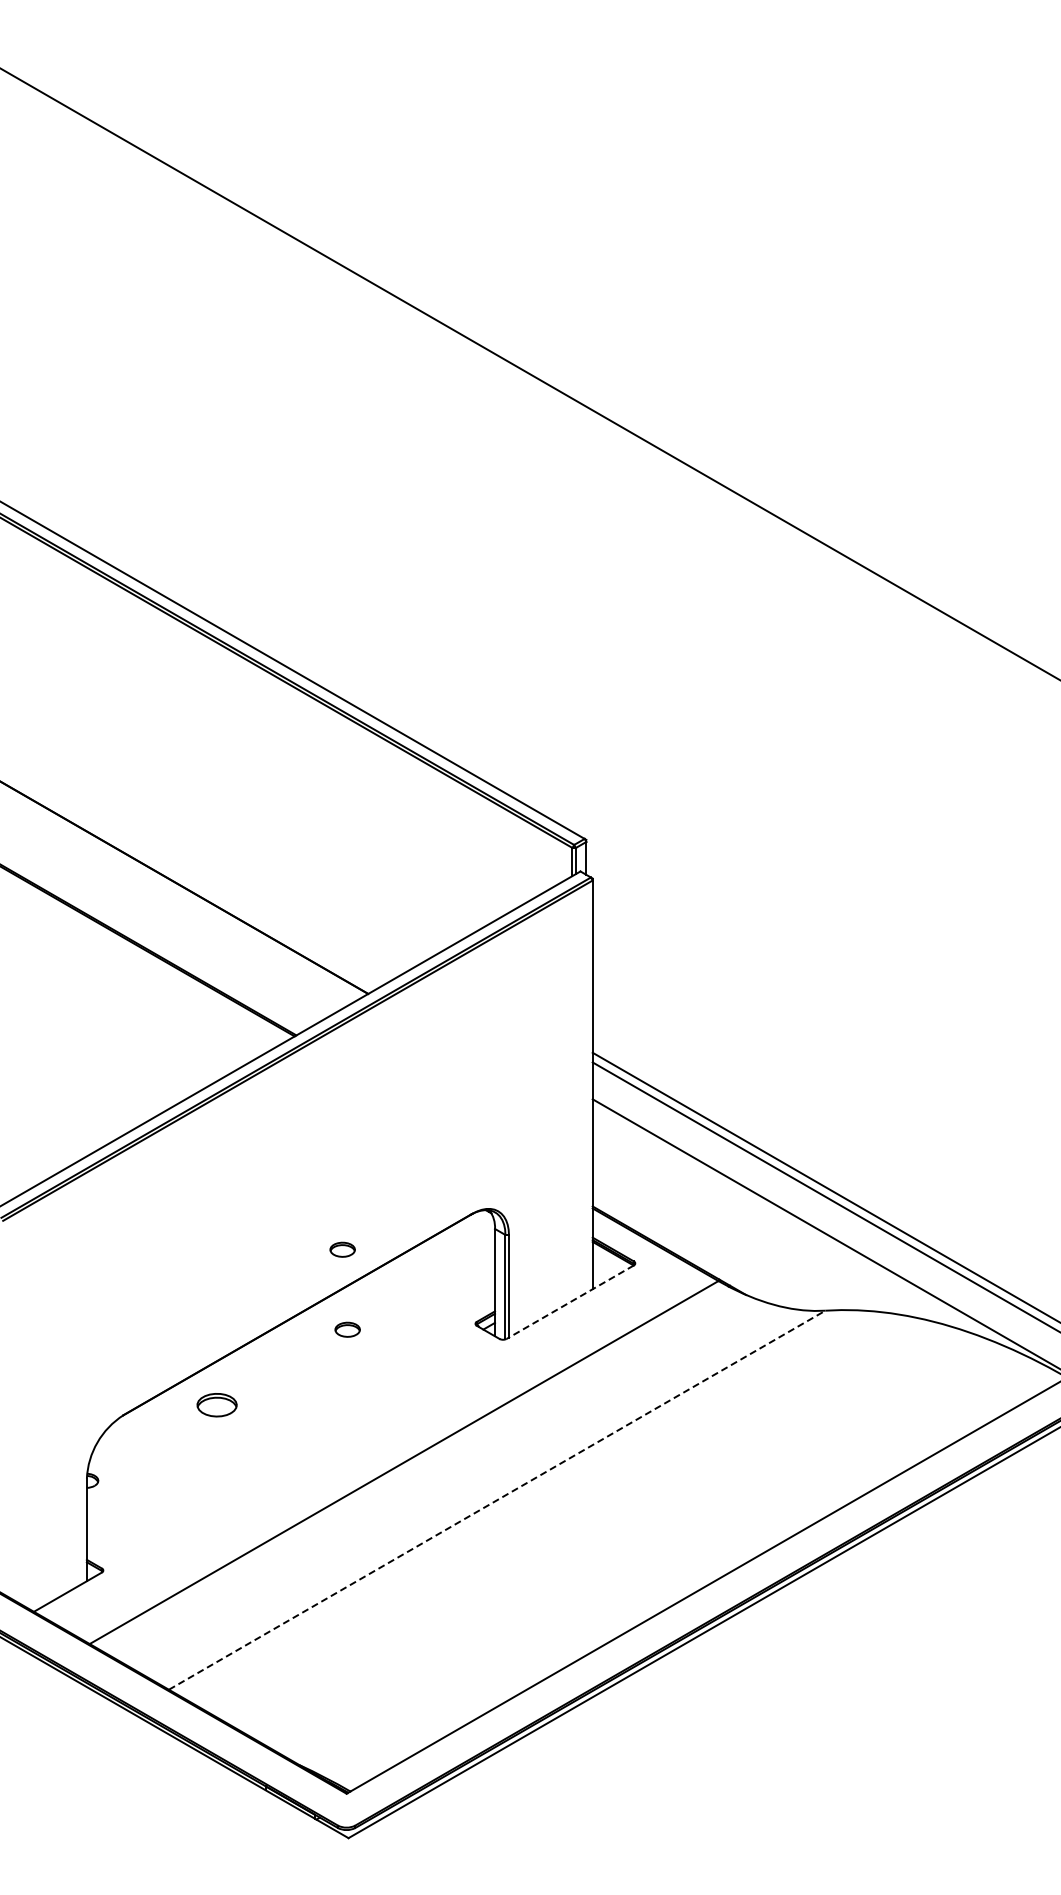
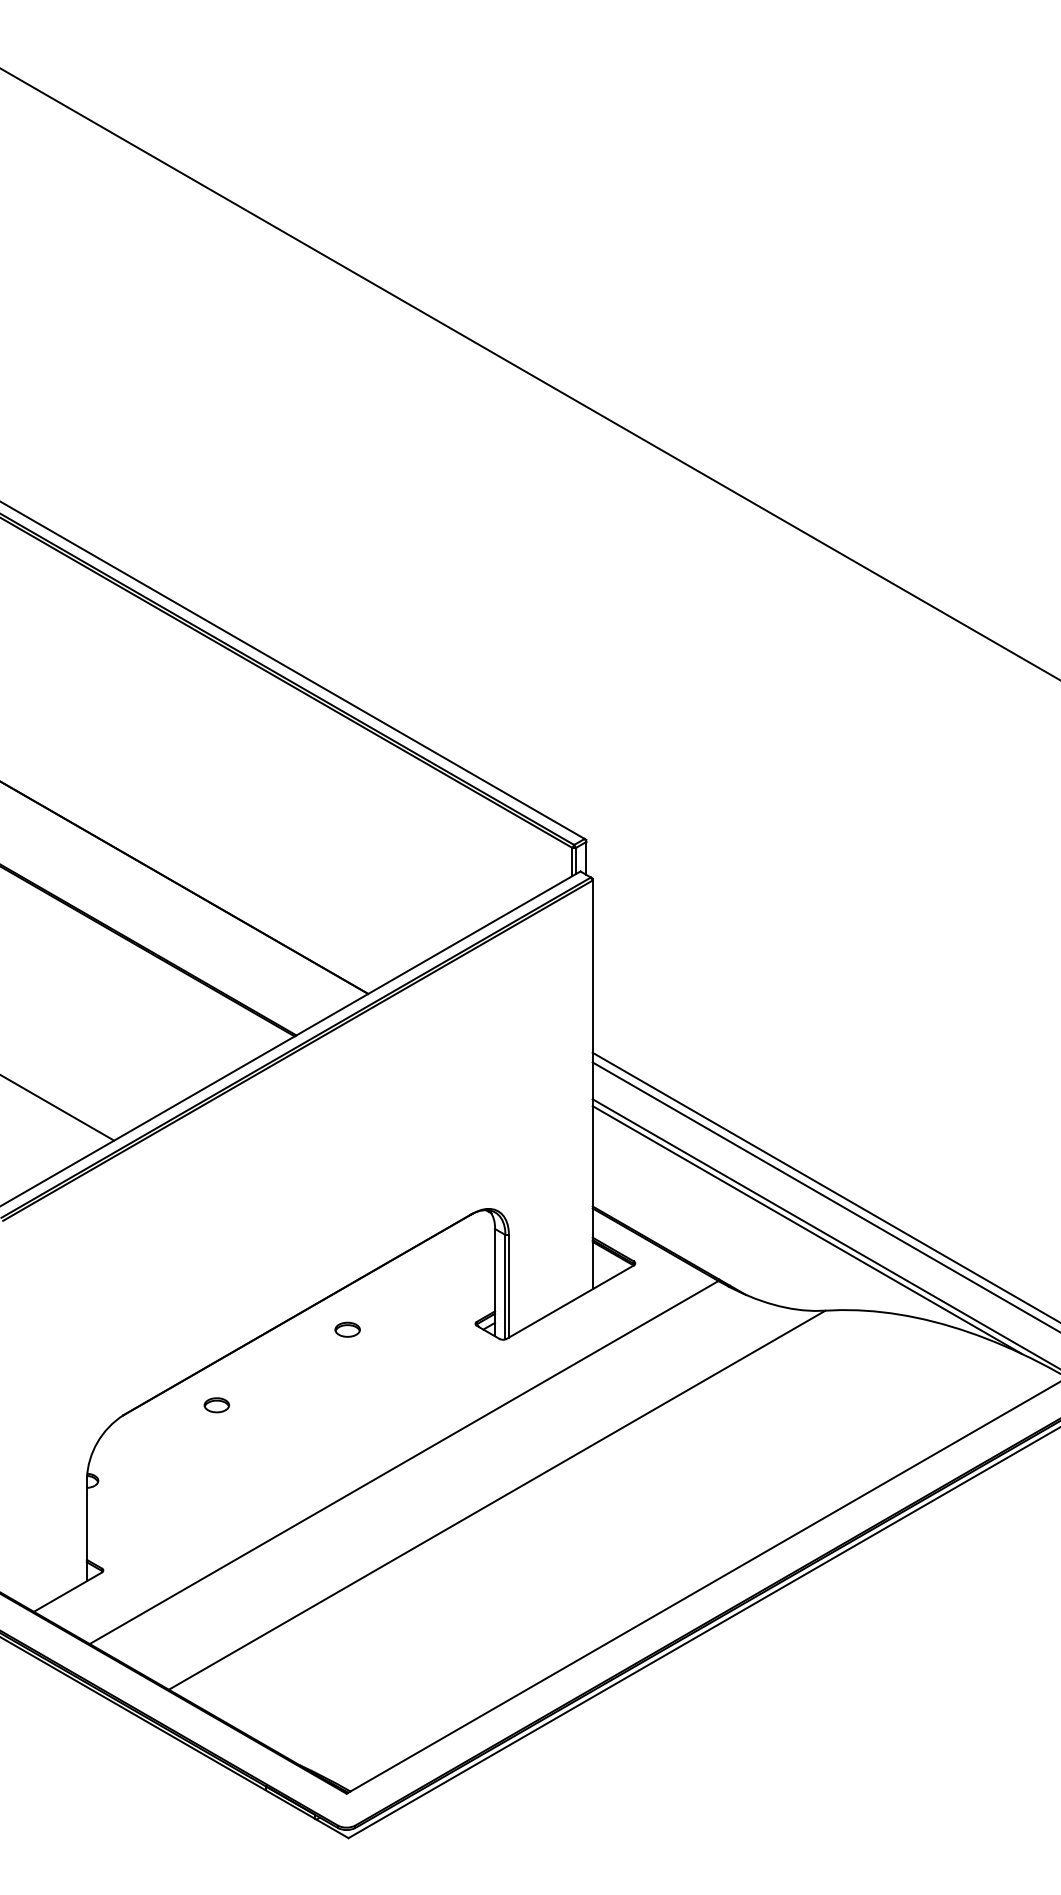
line at (58, 1108): none -> present
line at (806, 1229): none -> present
part at (342, 1249): present -> none
line at (569, 1302): dashed -> solid
part at (216, 1405) size: 42x25 px -> 27x17 px
line at (497, 1499): dashed -> solid
